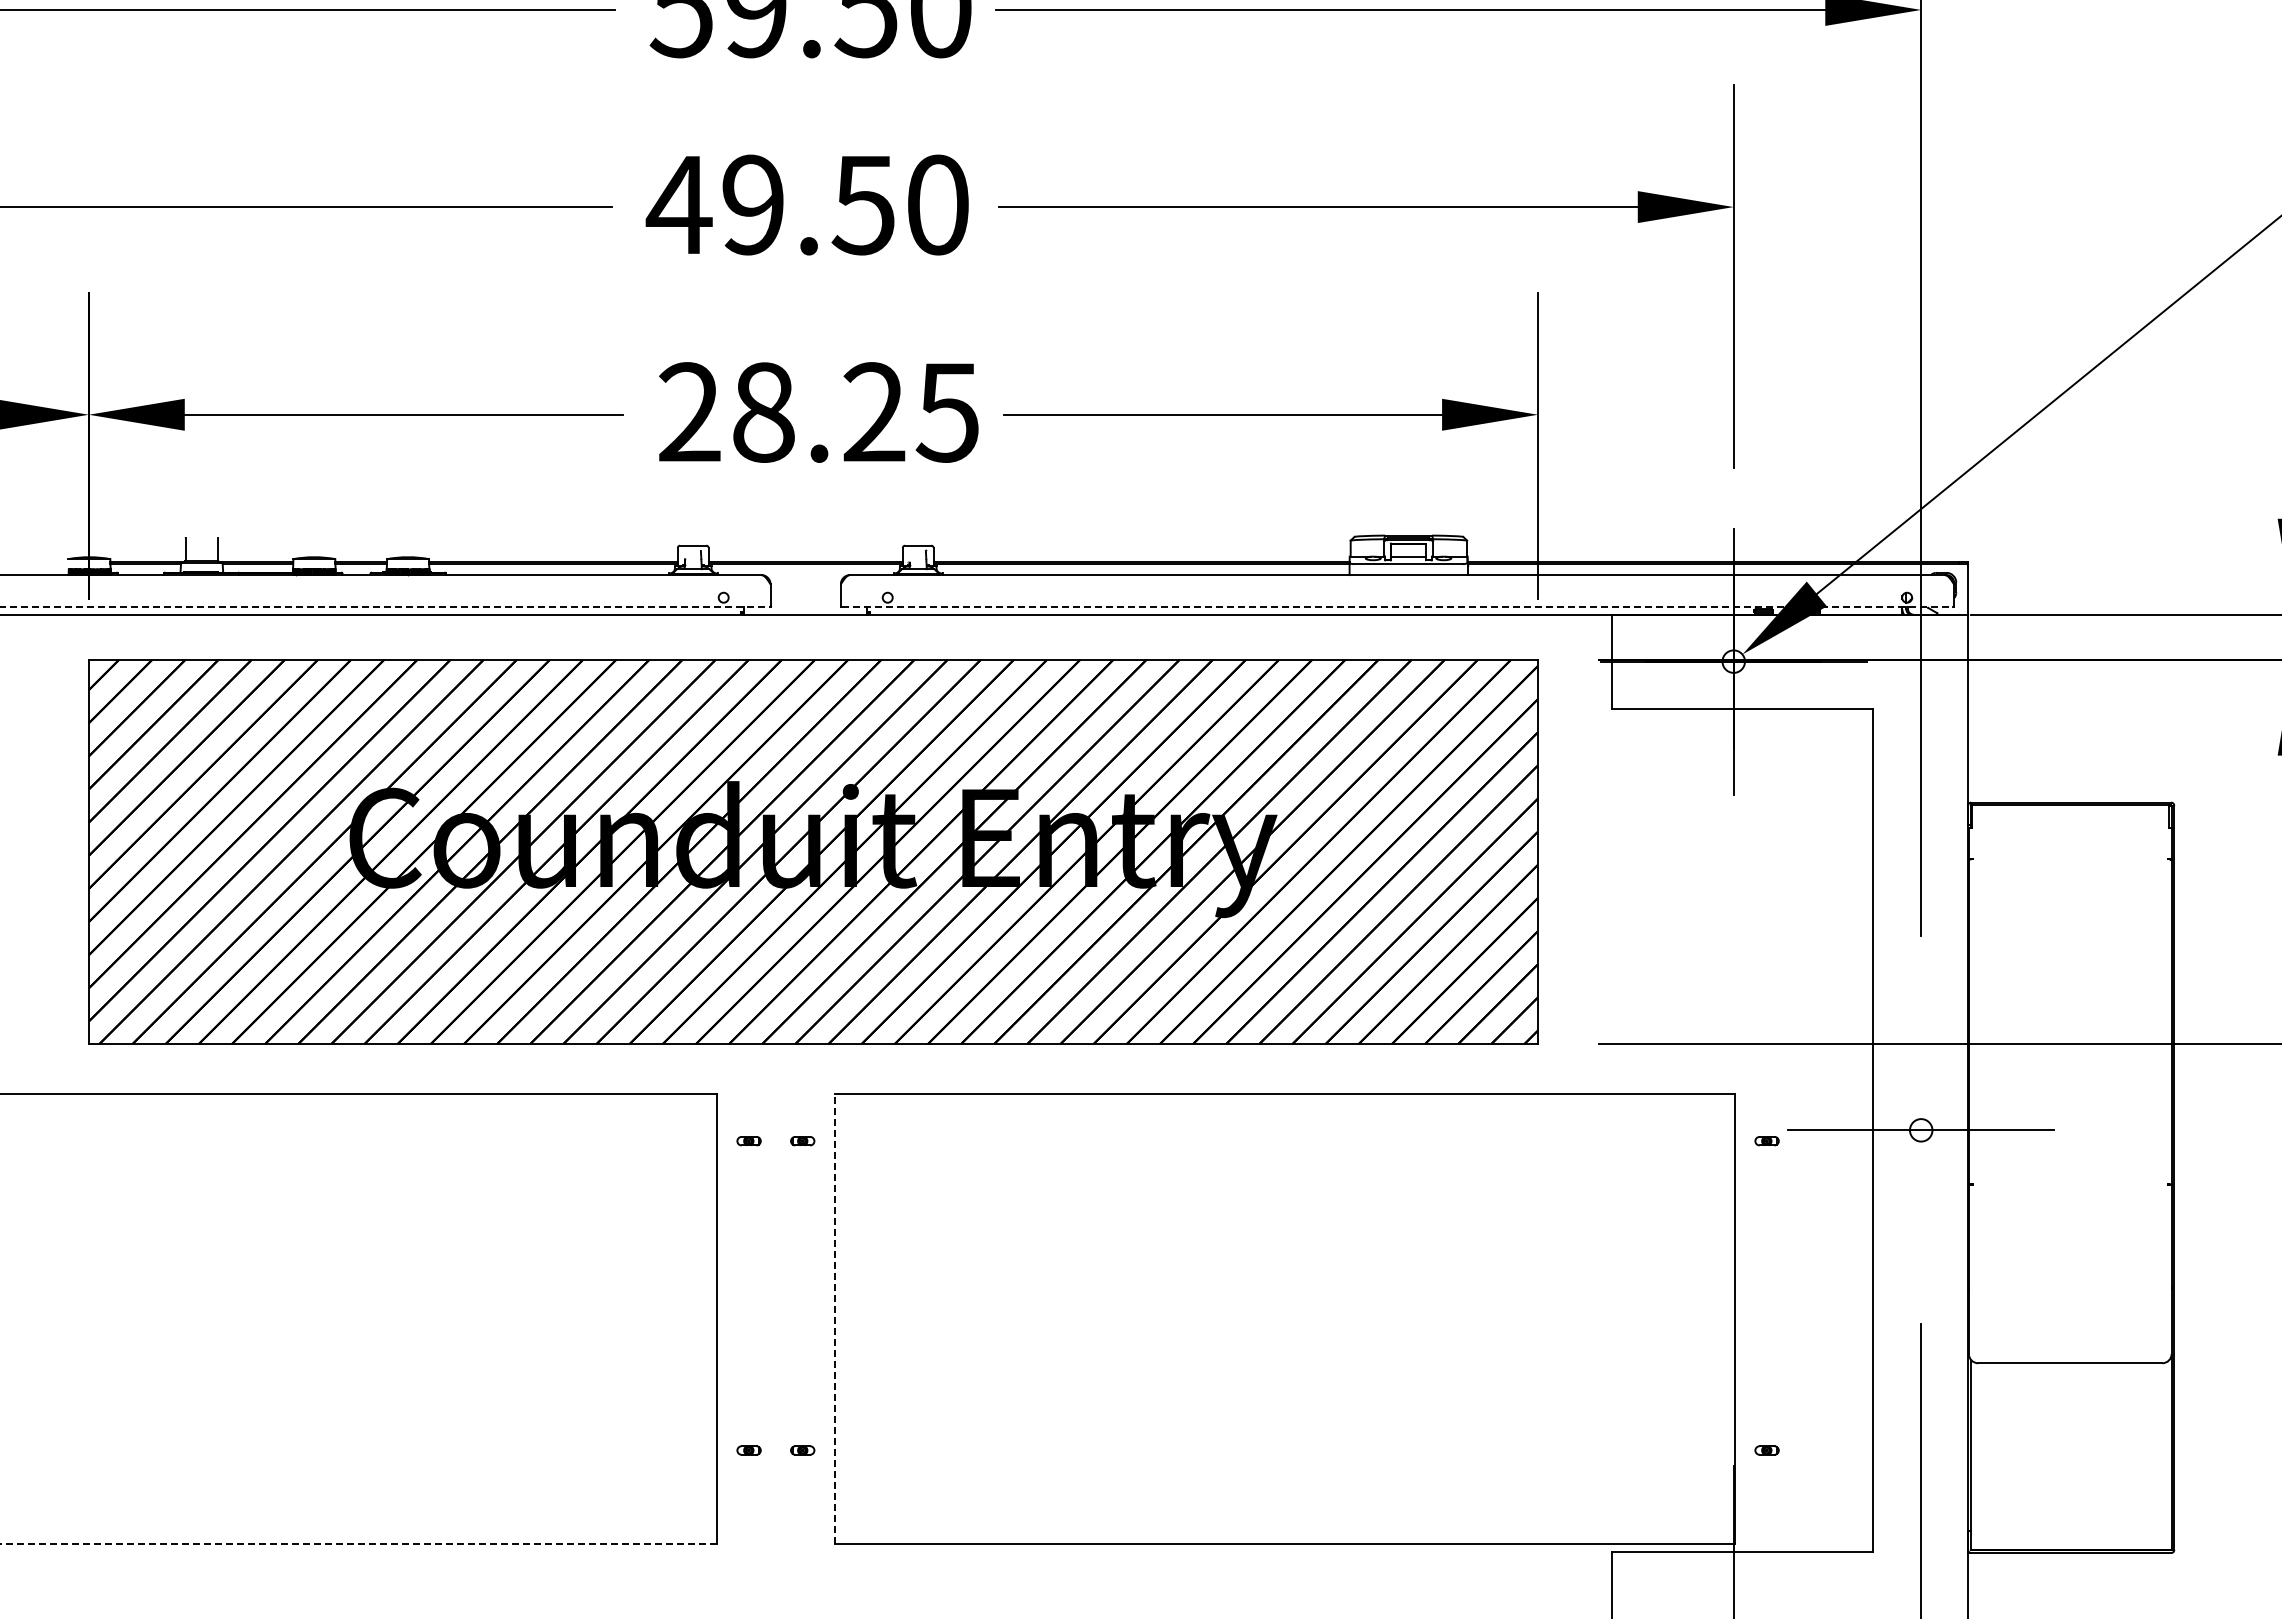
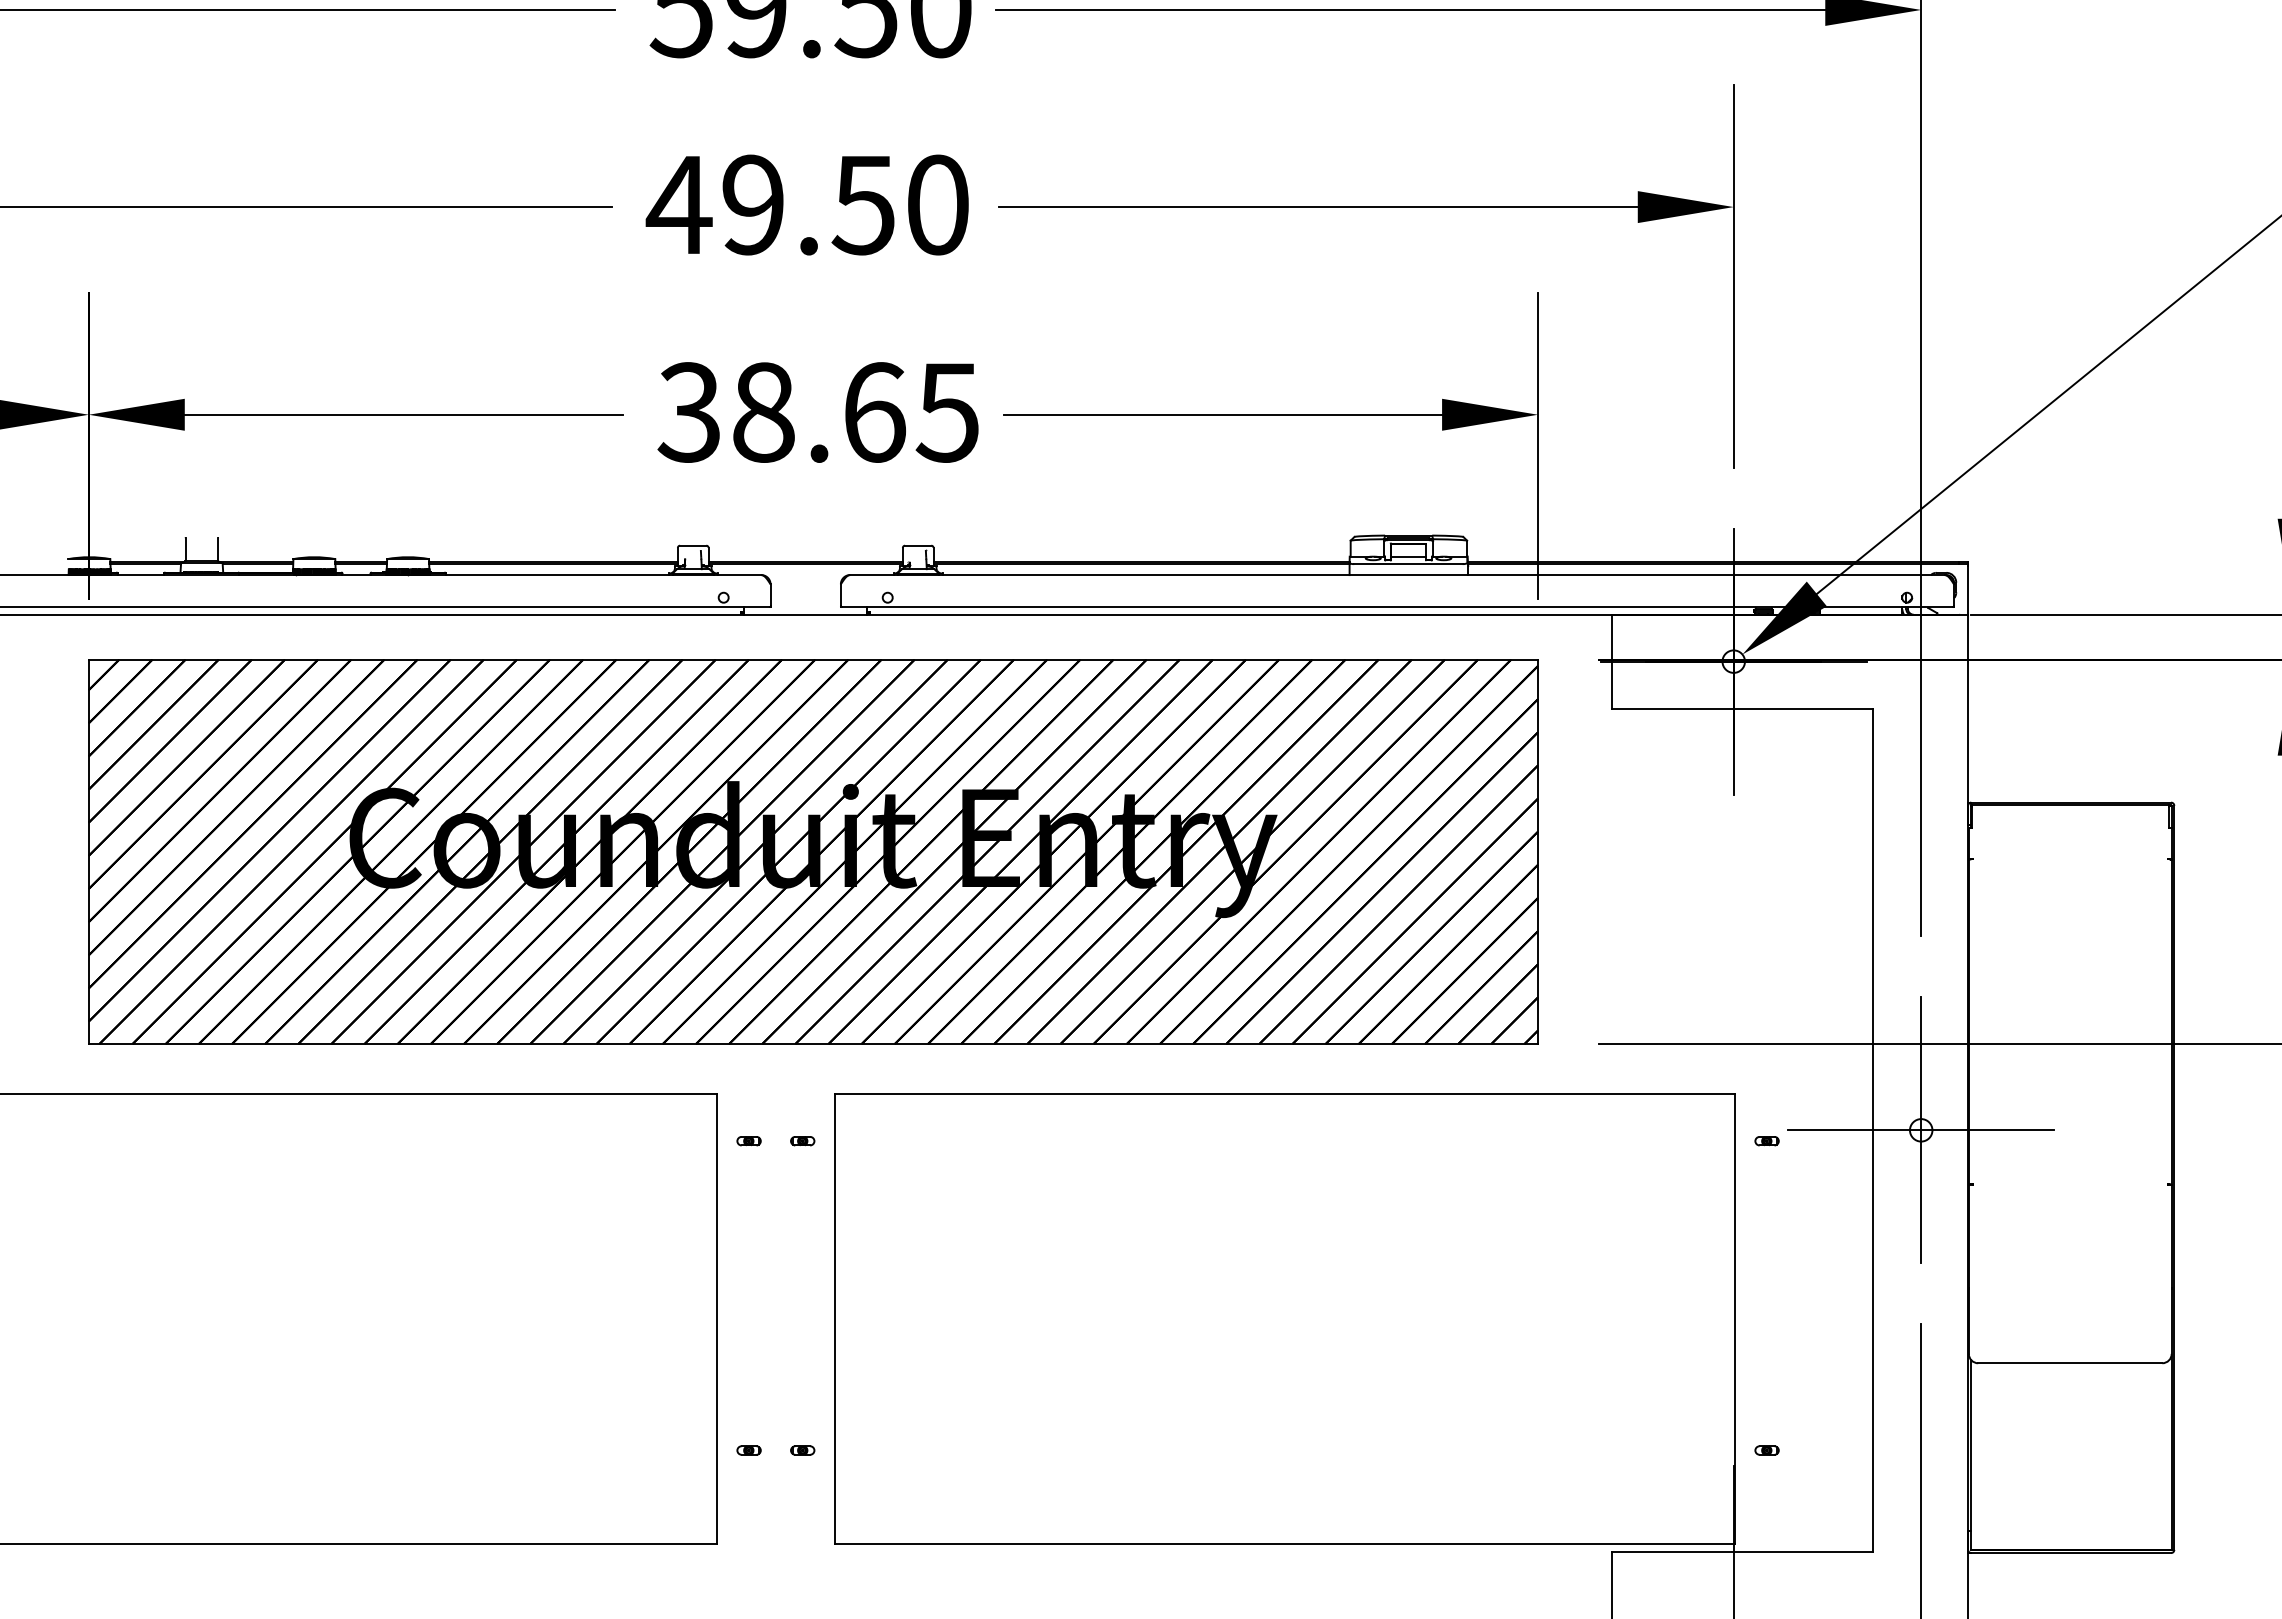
text at (781, 412): 28.25 -> 38.65
line at (384, 607): dashed -> solid
line at (1397, 607): dashed -> solid
line at (1921, 1130): none -> present
line at (834, 1319): dashed -> solid
line at (358, 1544): dashed -> solid
